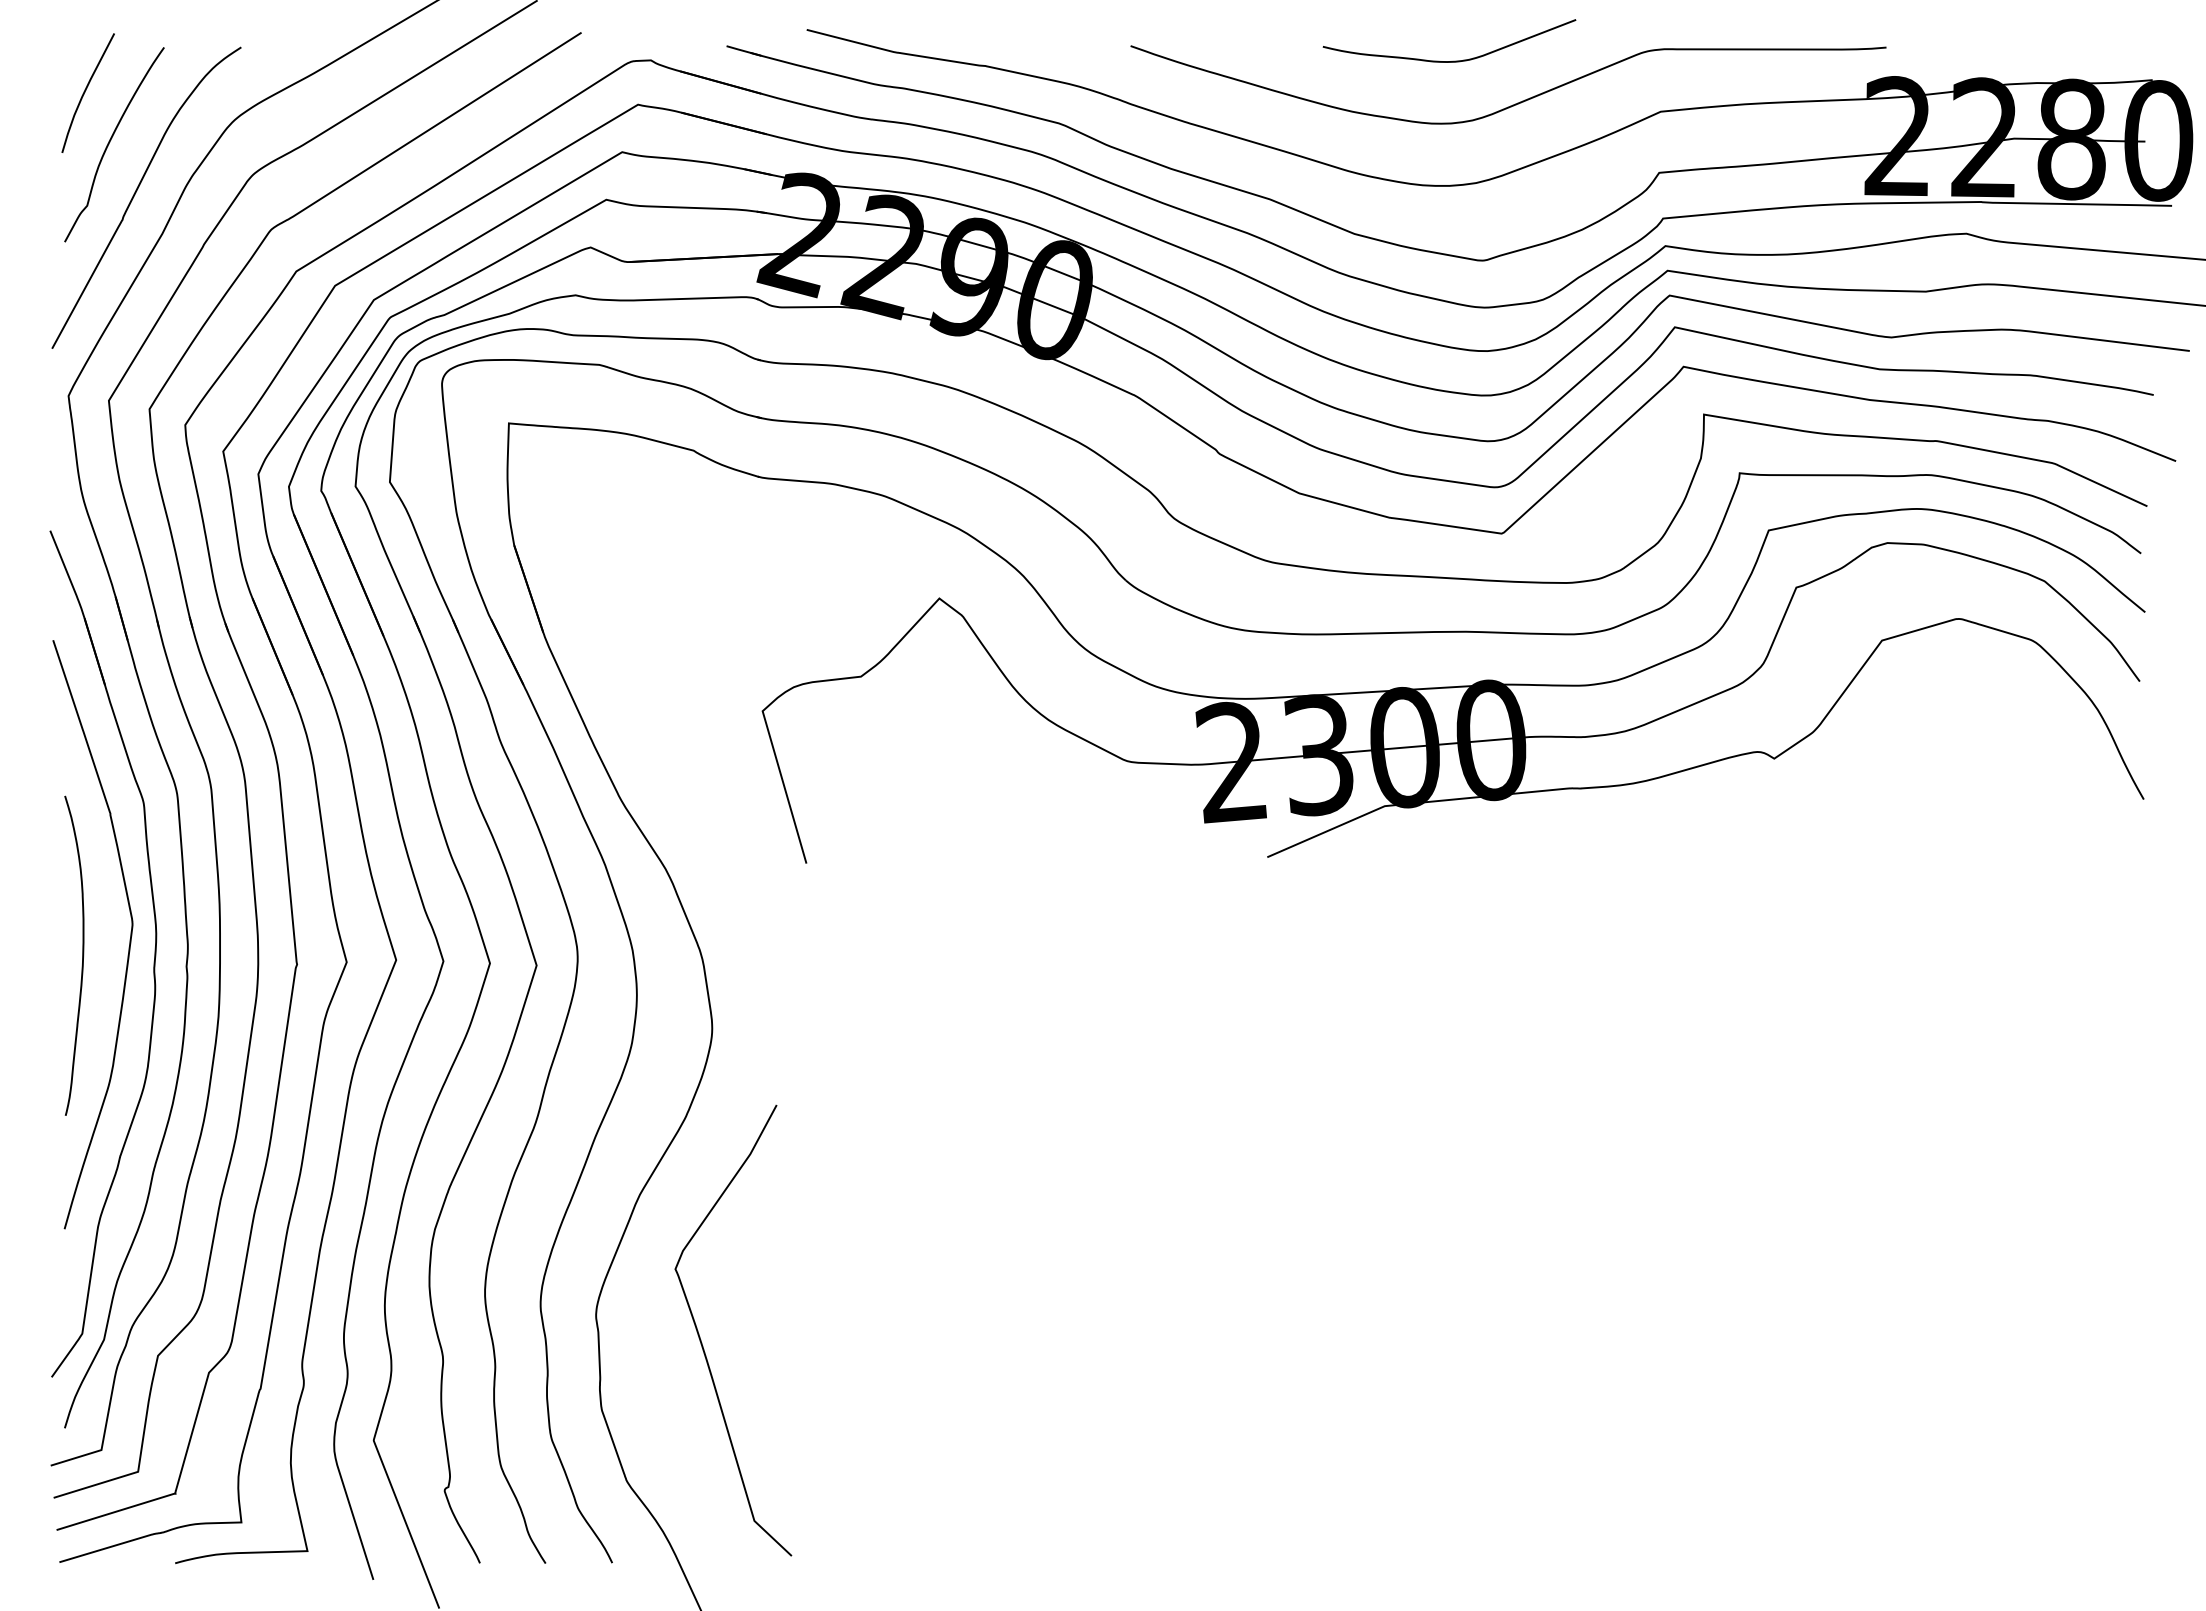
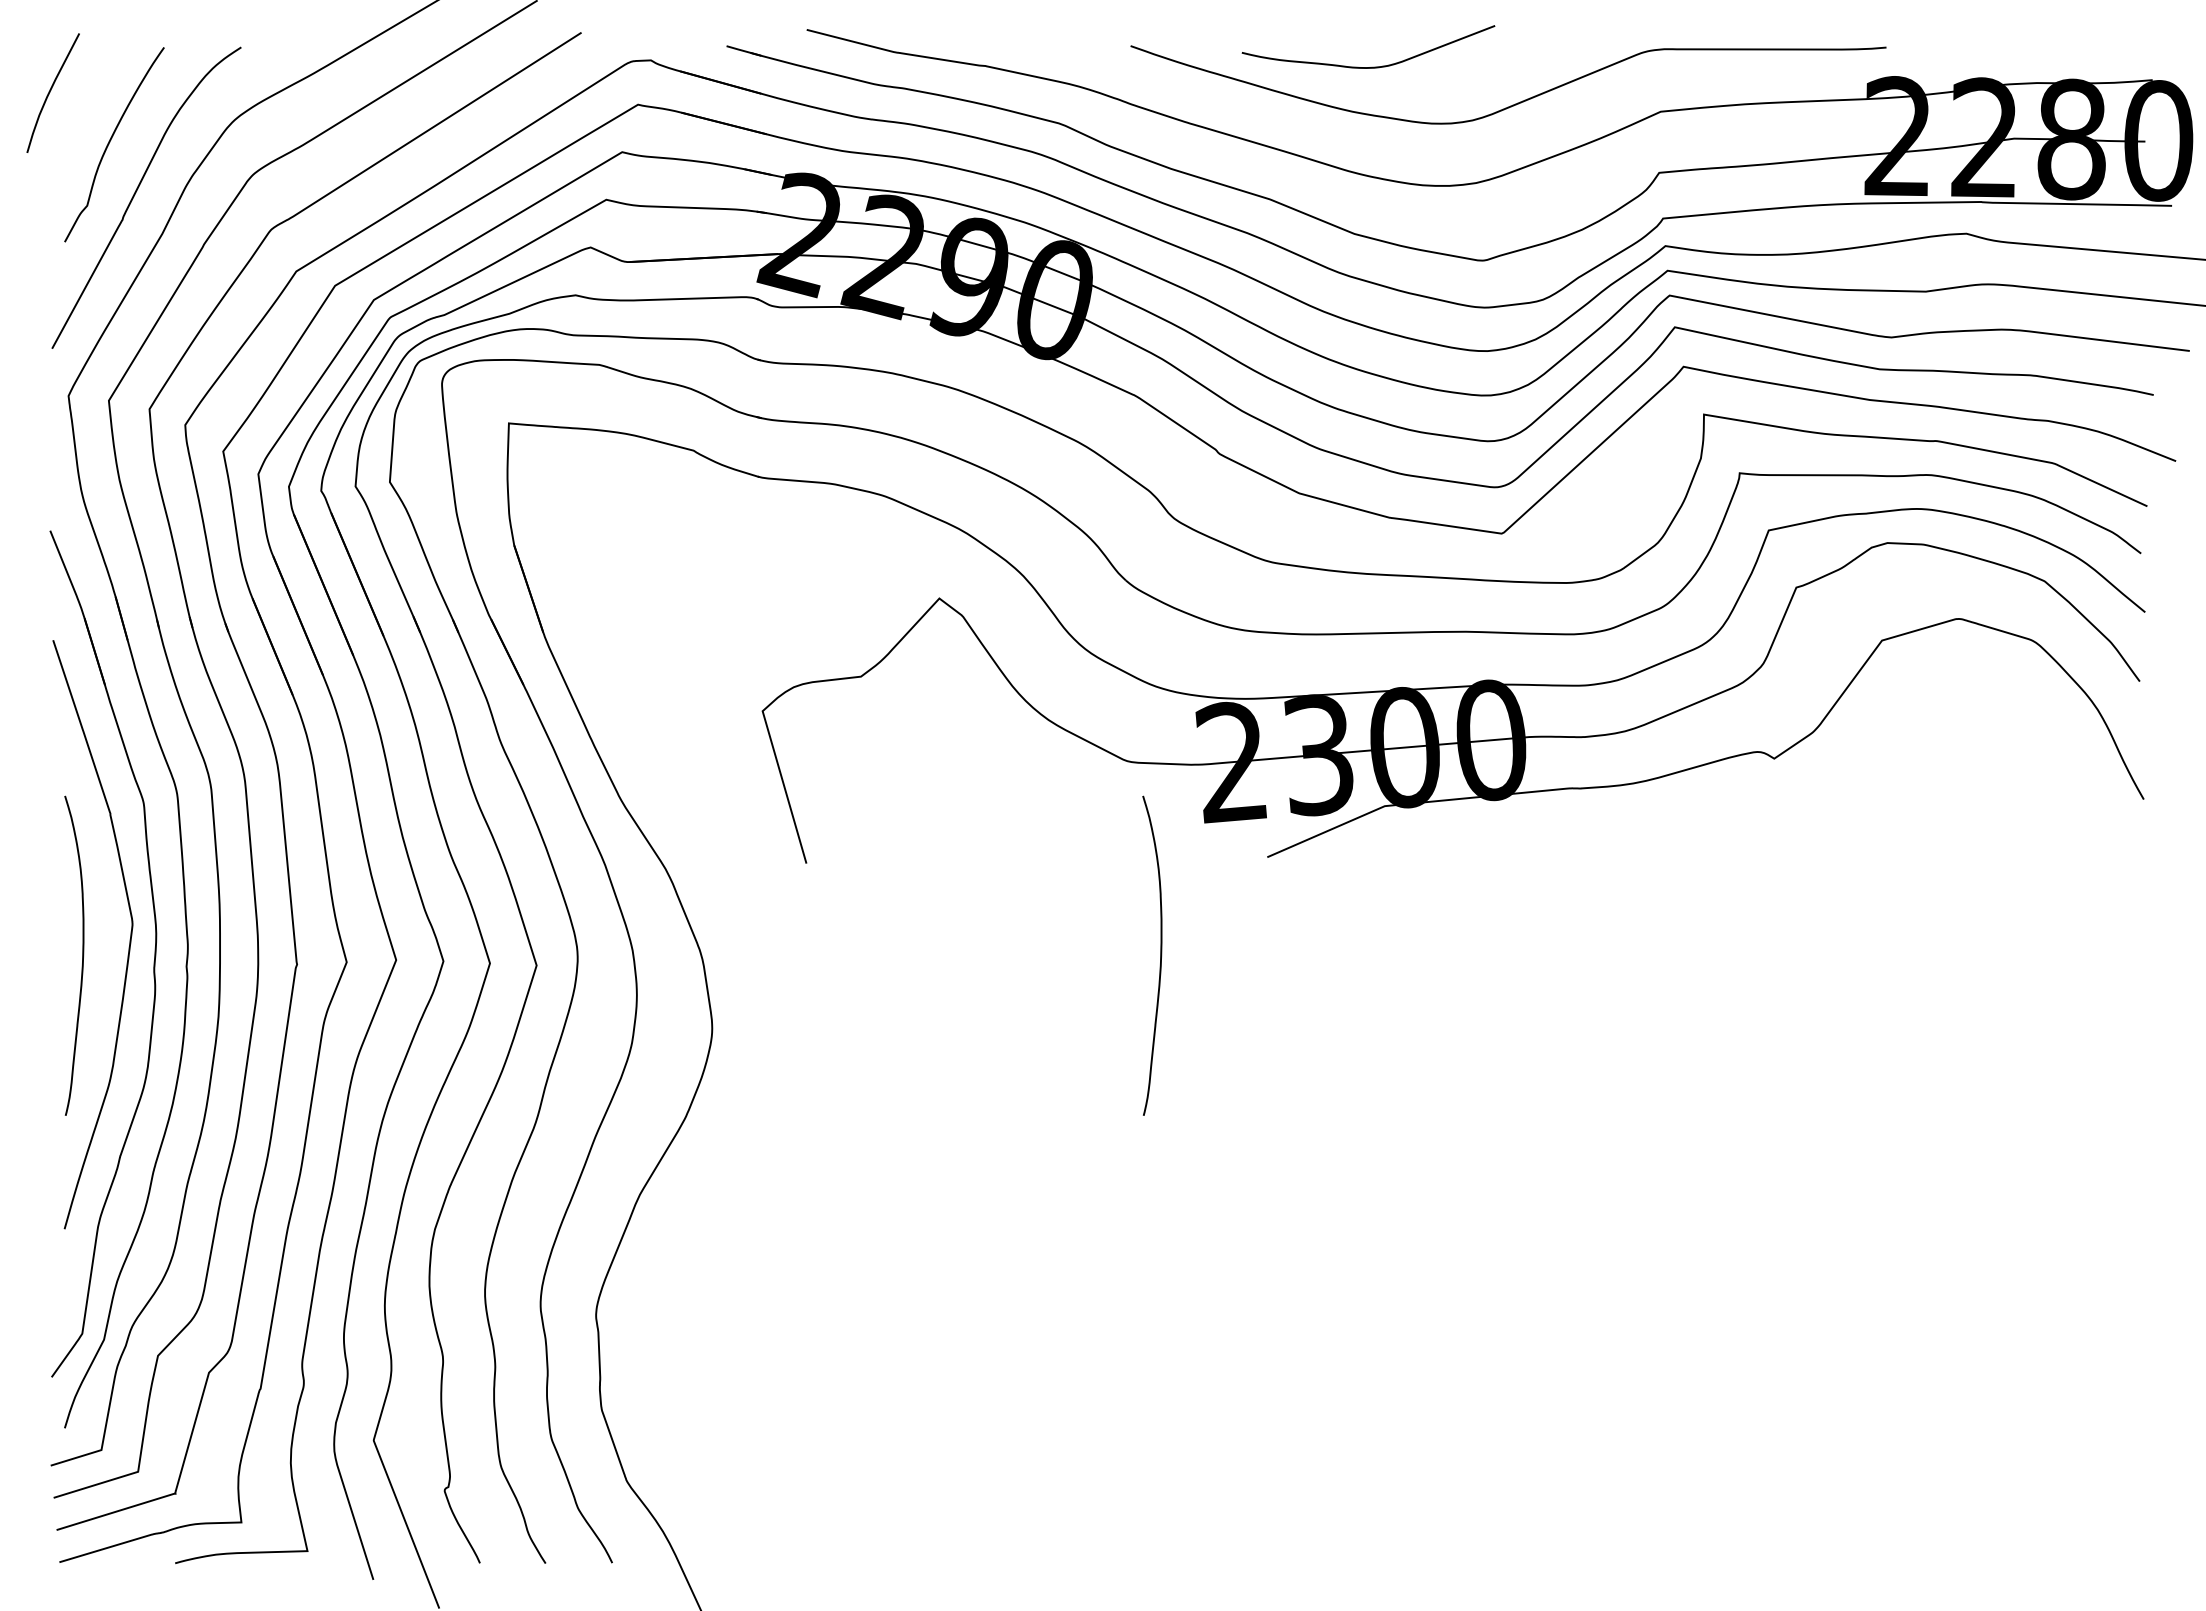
curve at (1453, 60) position: (1453, 60) -> (1372, 66)
curve at (85, 92) position: (85, 92) -> (50, 92)
curve at (1160, 955): none -> present
curve at (701, 1339): present -> none
